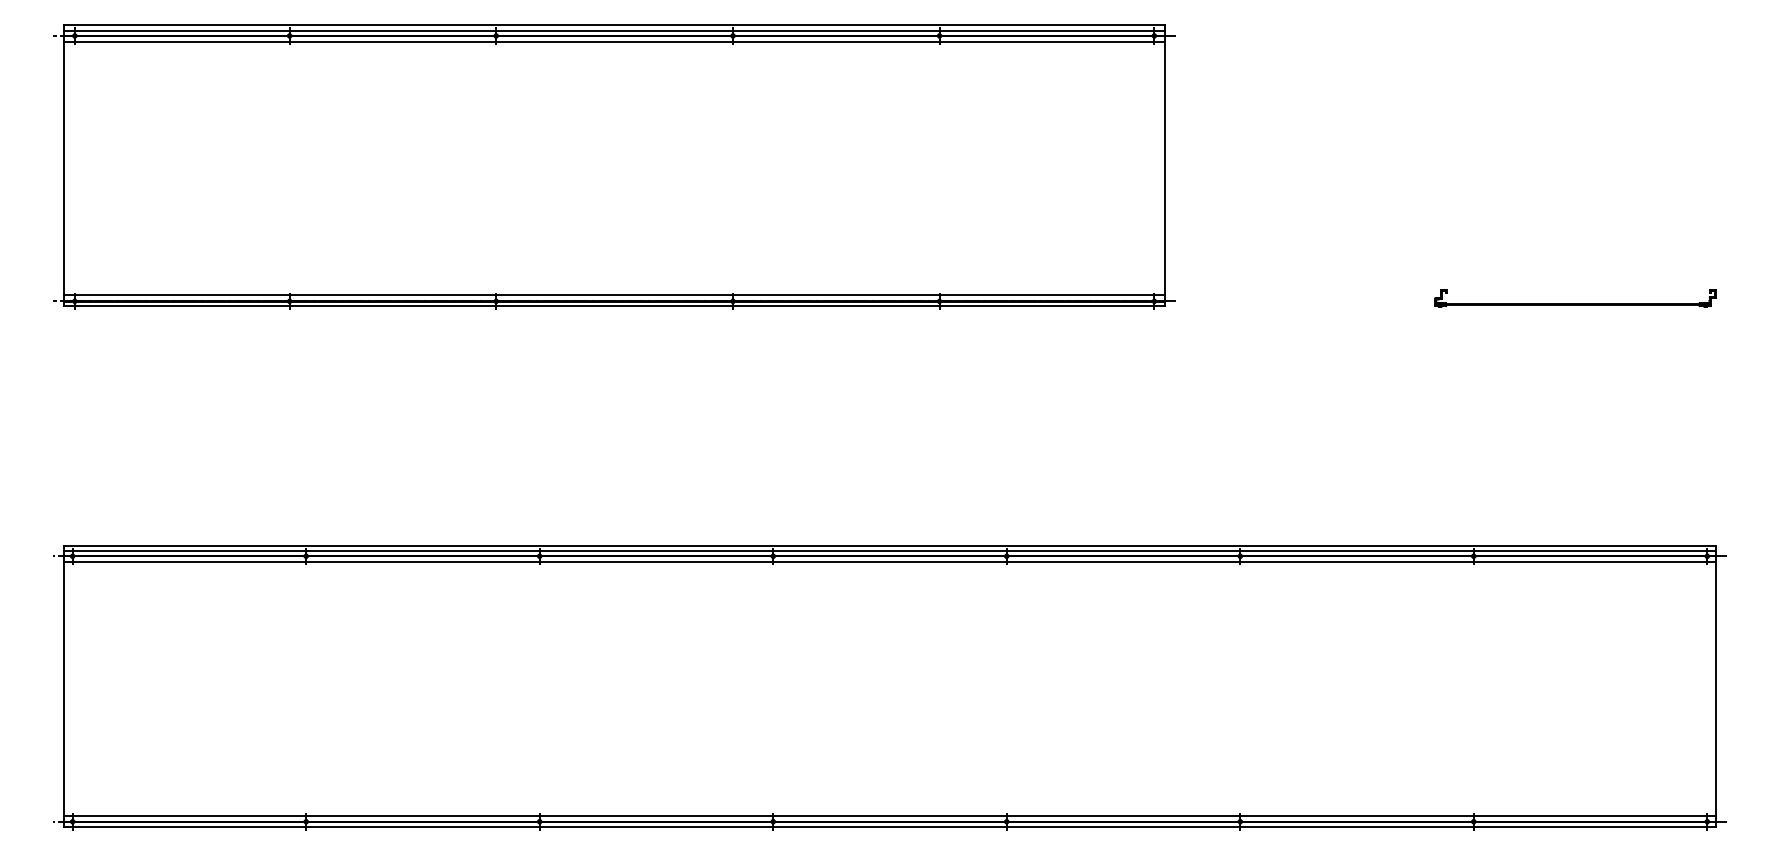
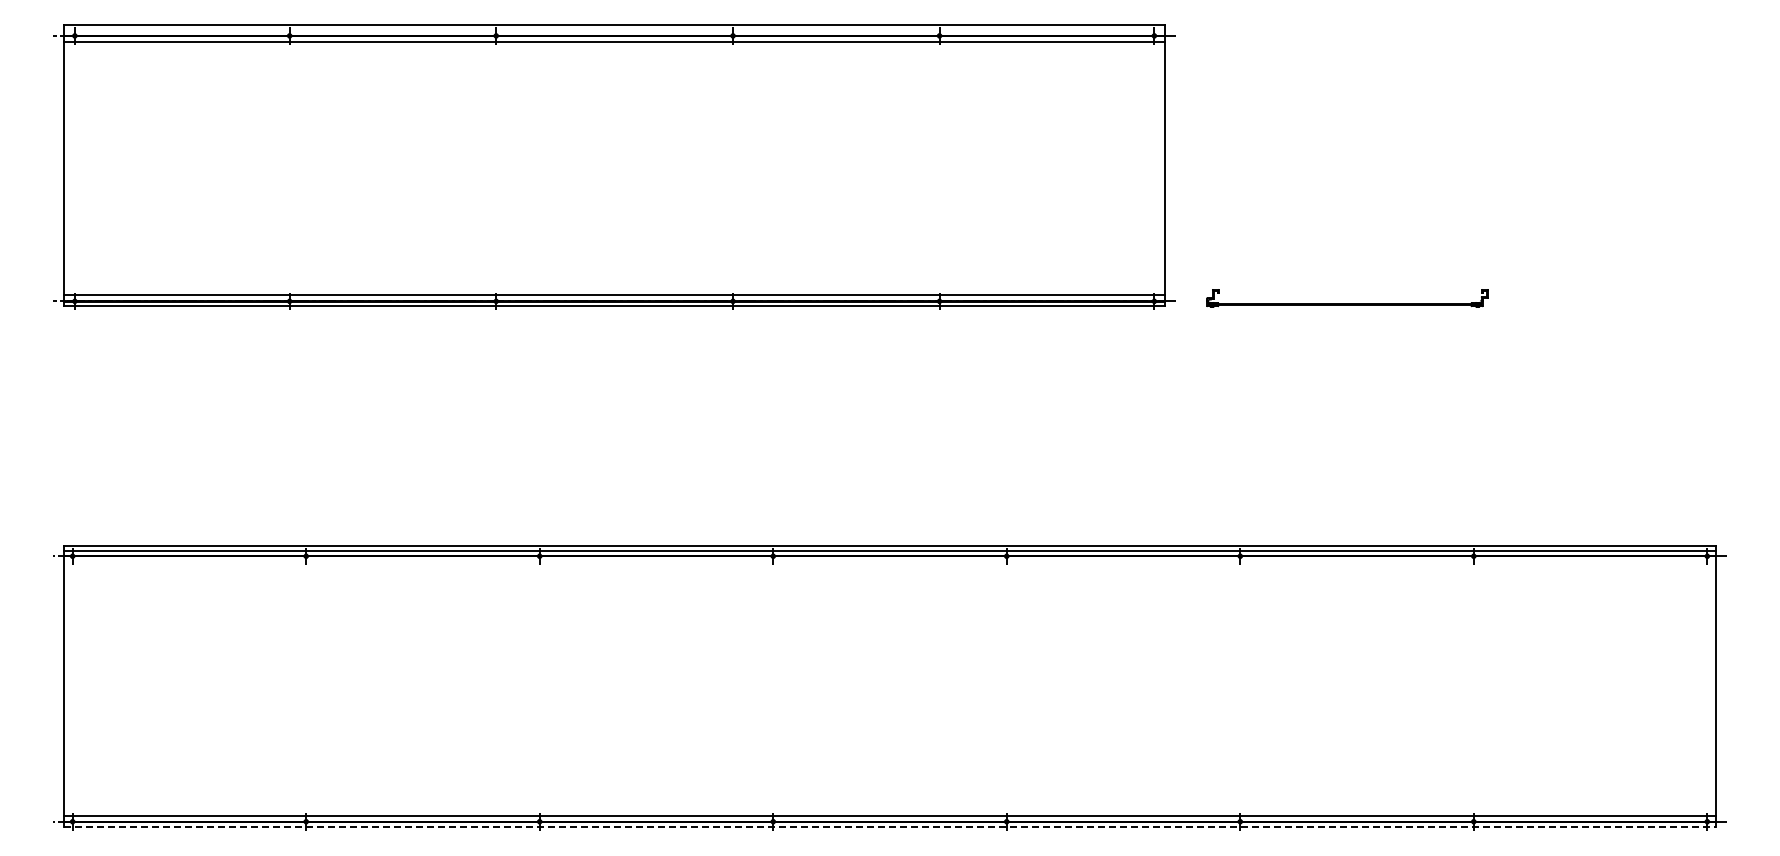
line at (614, 30): present -> none
part at (1575, 298) position: (1575, 298) -> (1347, 298)
line at (889, 562): present -> none
line at (890, 826): solid -> dashed
